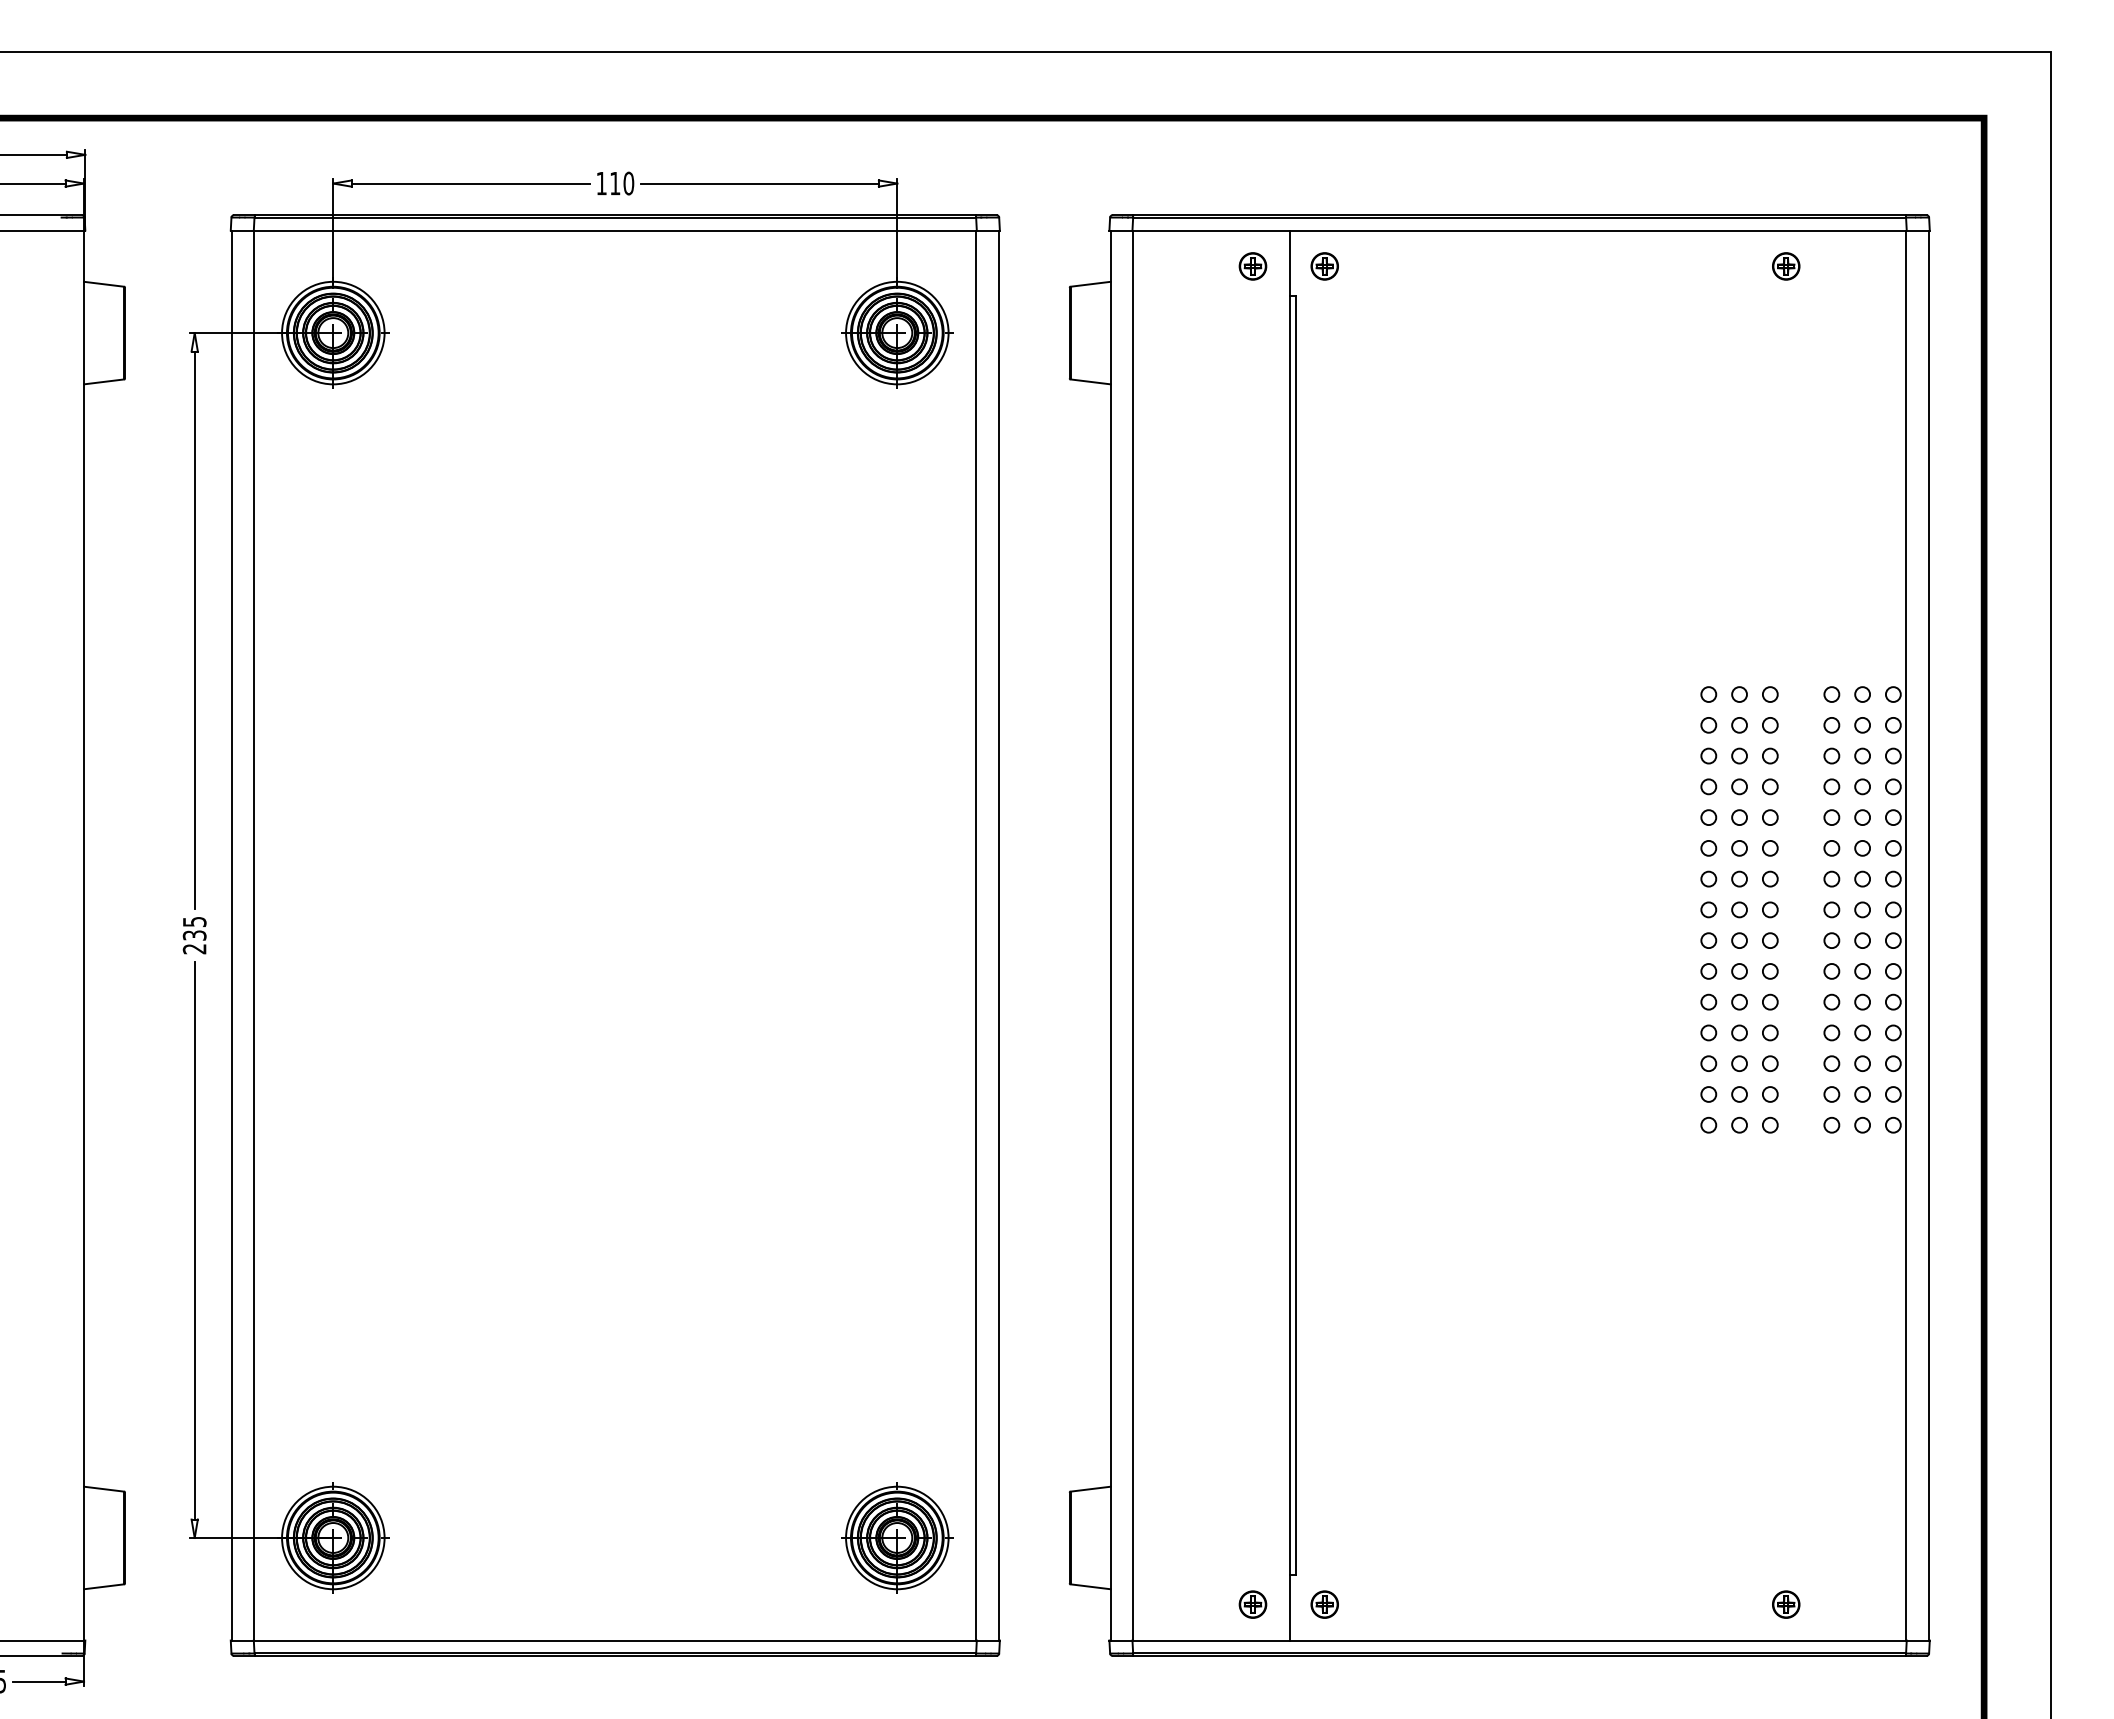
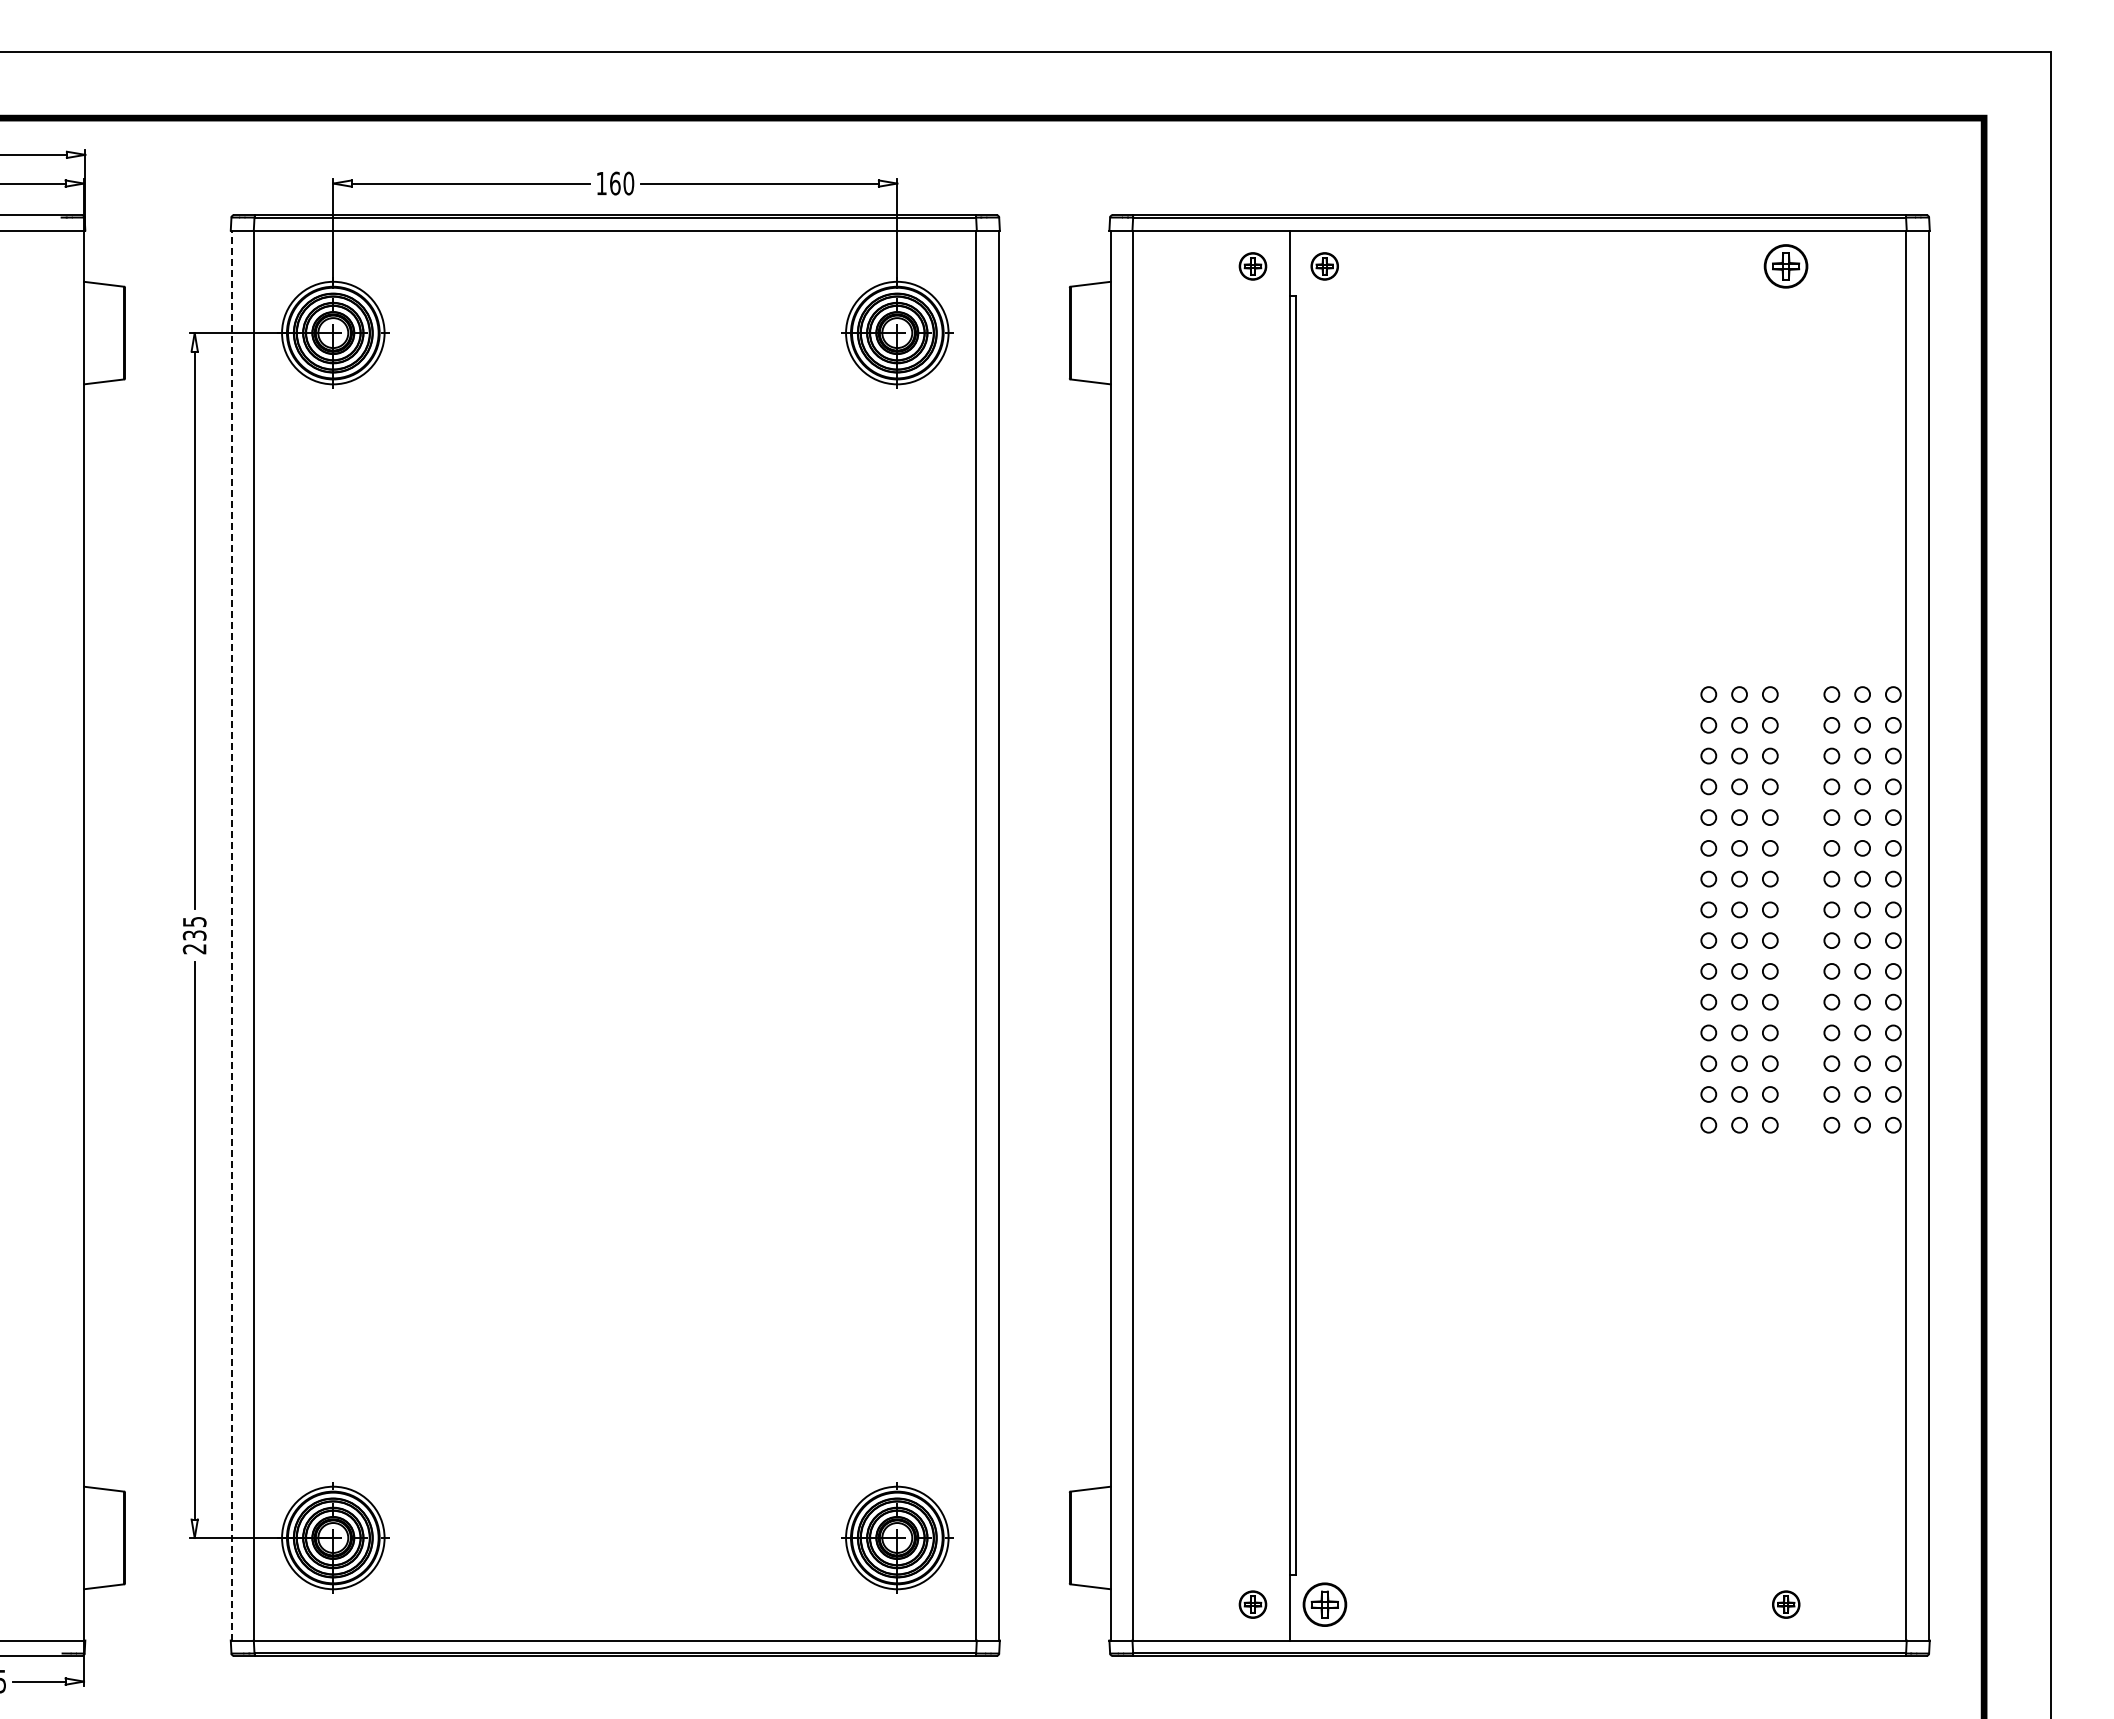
text at (615, 183): 110 -> 160
part at (1786, 266) size: 29x29 px -> 46x45 px
line at (231, 935): solid -> dashed
part at (1324, 1604) size: 29x29 px -> 46x45 px
